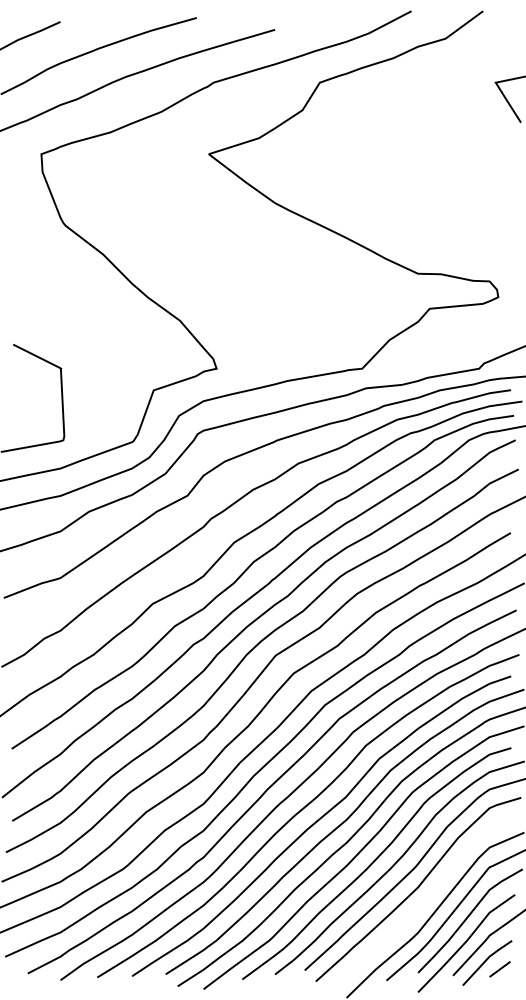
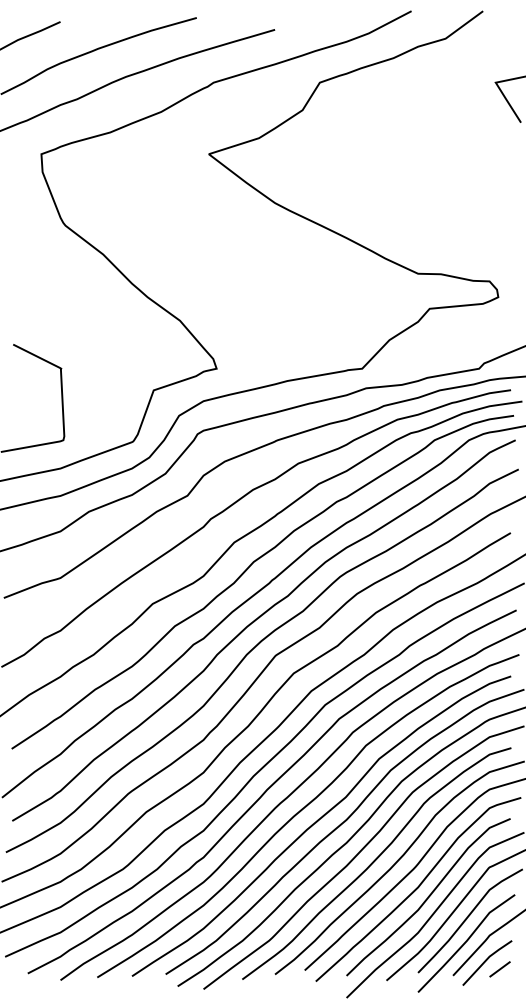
curve at (428, 897): none -> present
